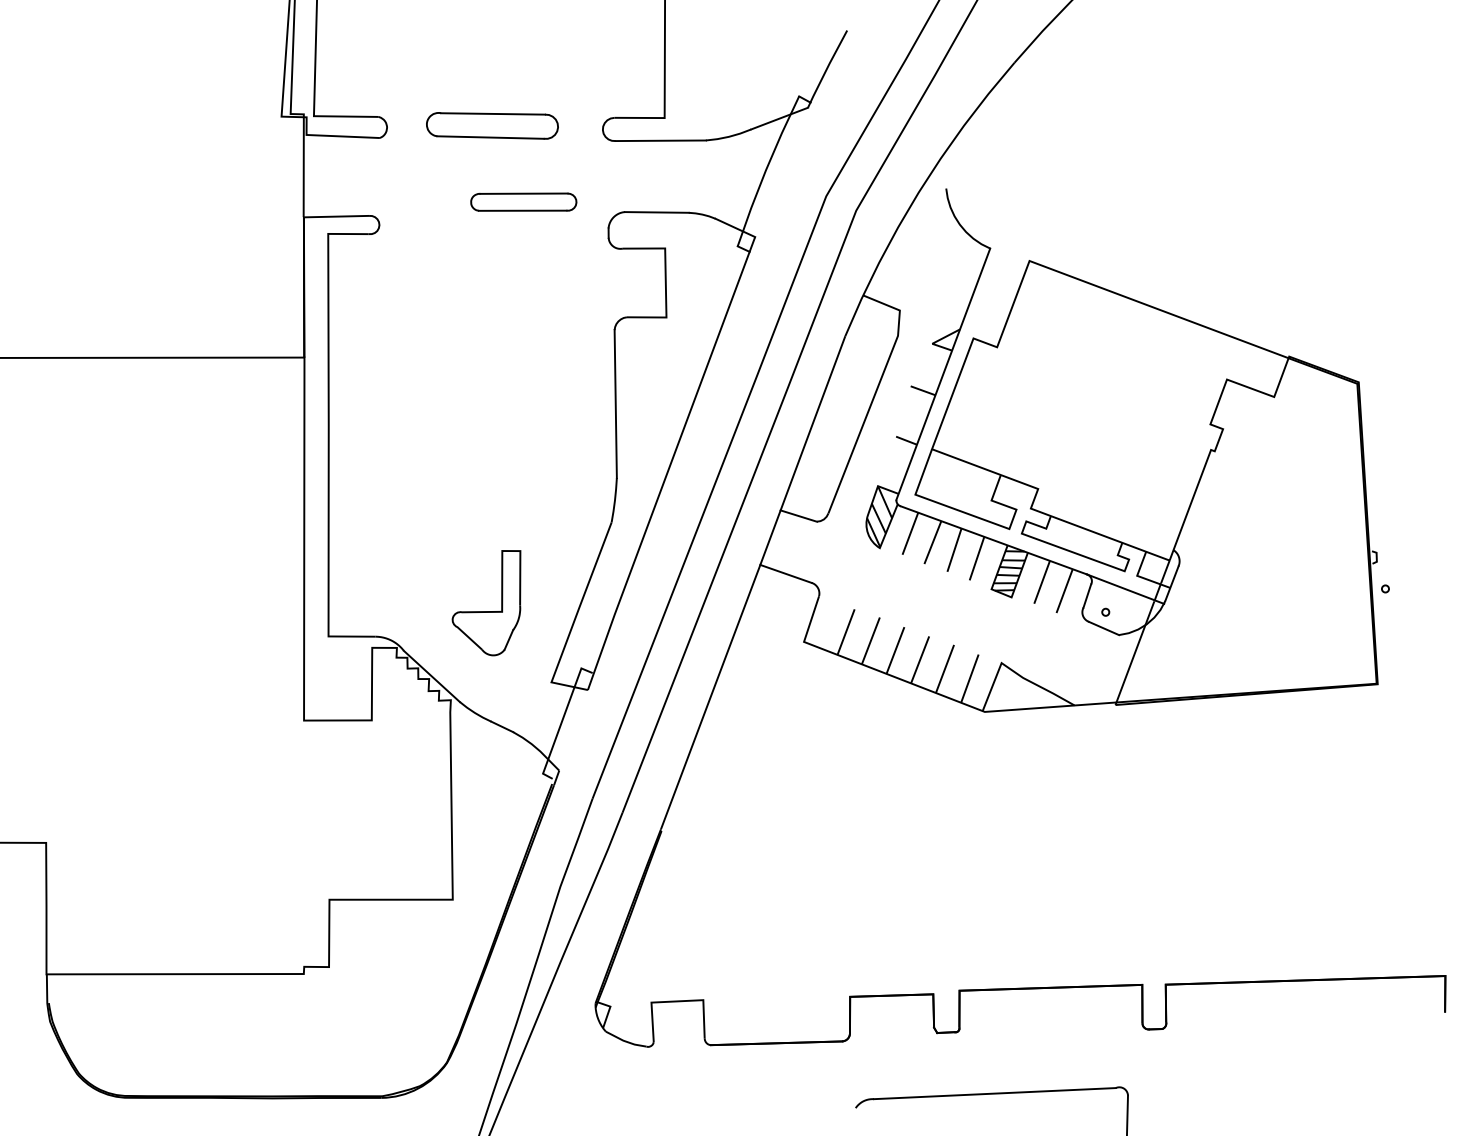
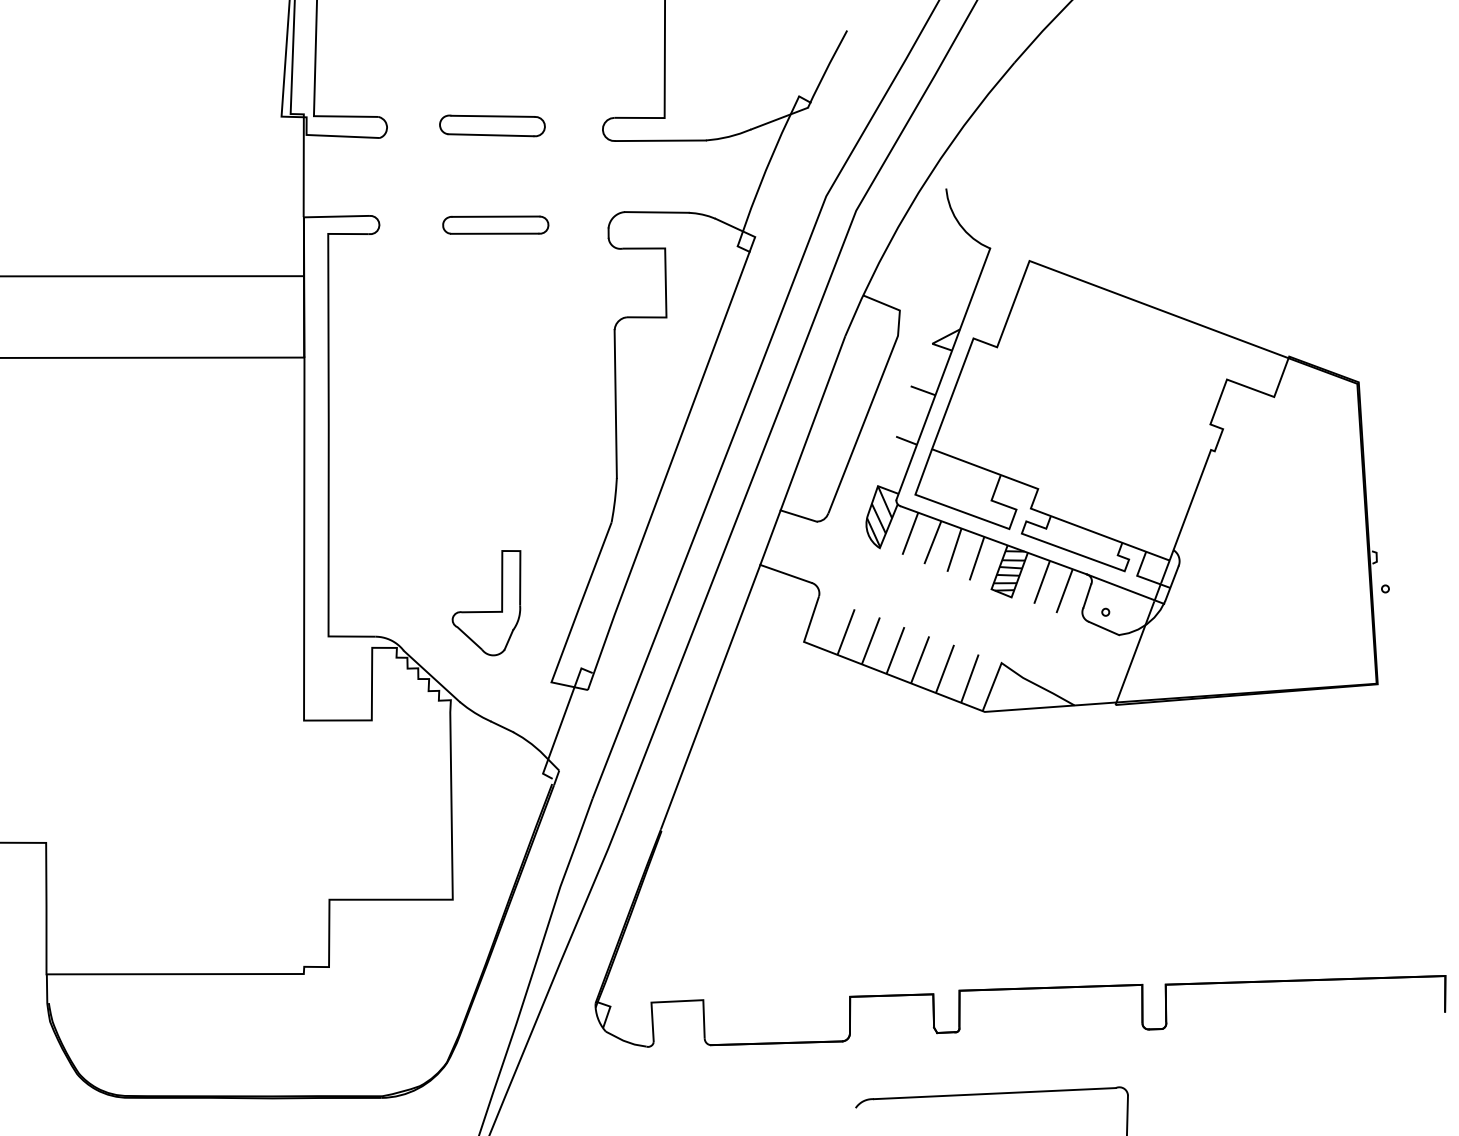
part at (492, 125) size: 133x28 px -> 107x24 px
part at (523, 201) position: (523, 201) -> (495, 224)
line at (153, 276): none -> present
